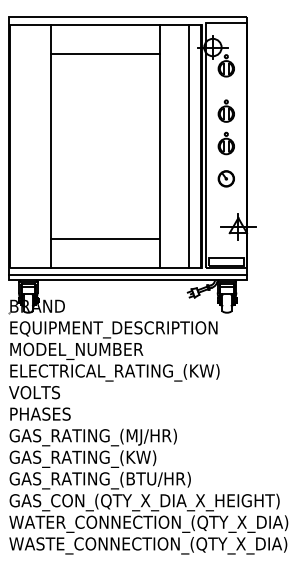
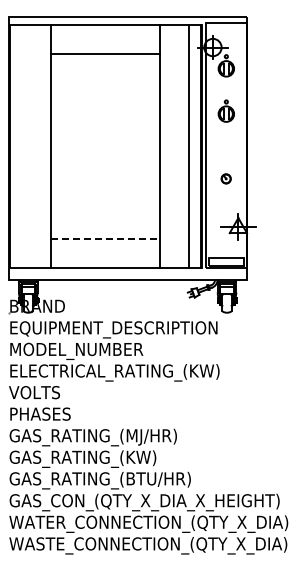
part at (225, 143): present -> none
part at (225, 178) size: 18x18 px -> 12x12 px
line at (105, 239): solid -> dashed
line at (127, 274): present -> none
